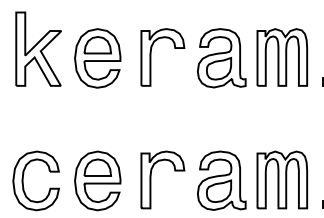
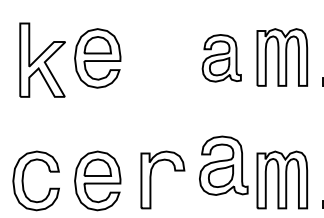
part at (38, 48) position: (38, 48) -> (42, 59)
part at (151, 57): present -> none
part at (221, 58) size: 50x61 px -> 41x49 px
part at (221, 180) position: (221, 180) -> (223, 165)
